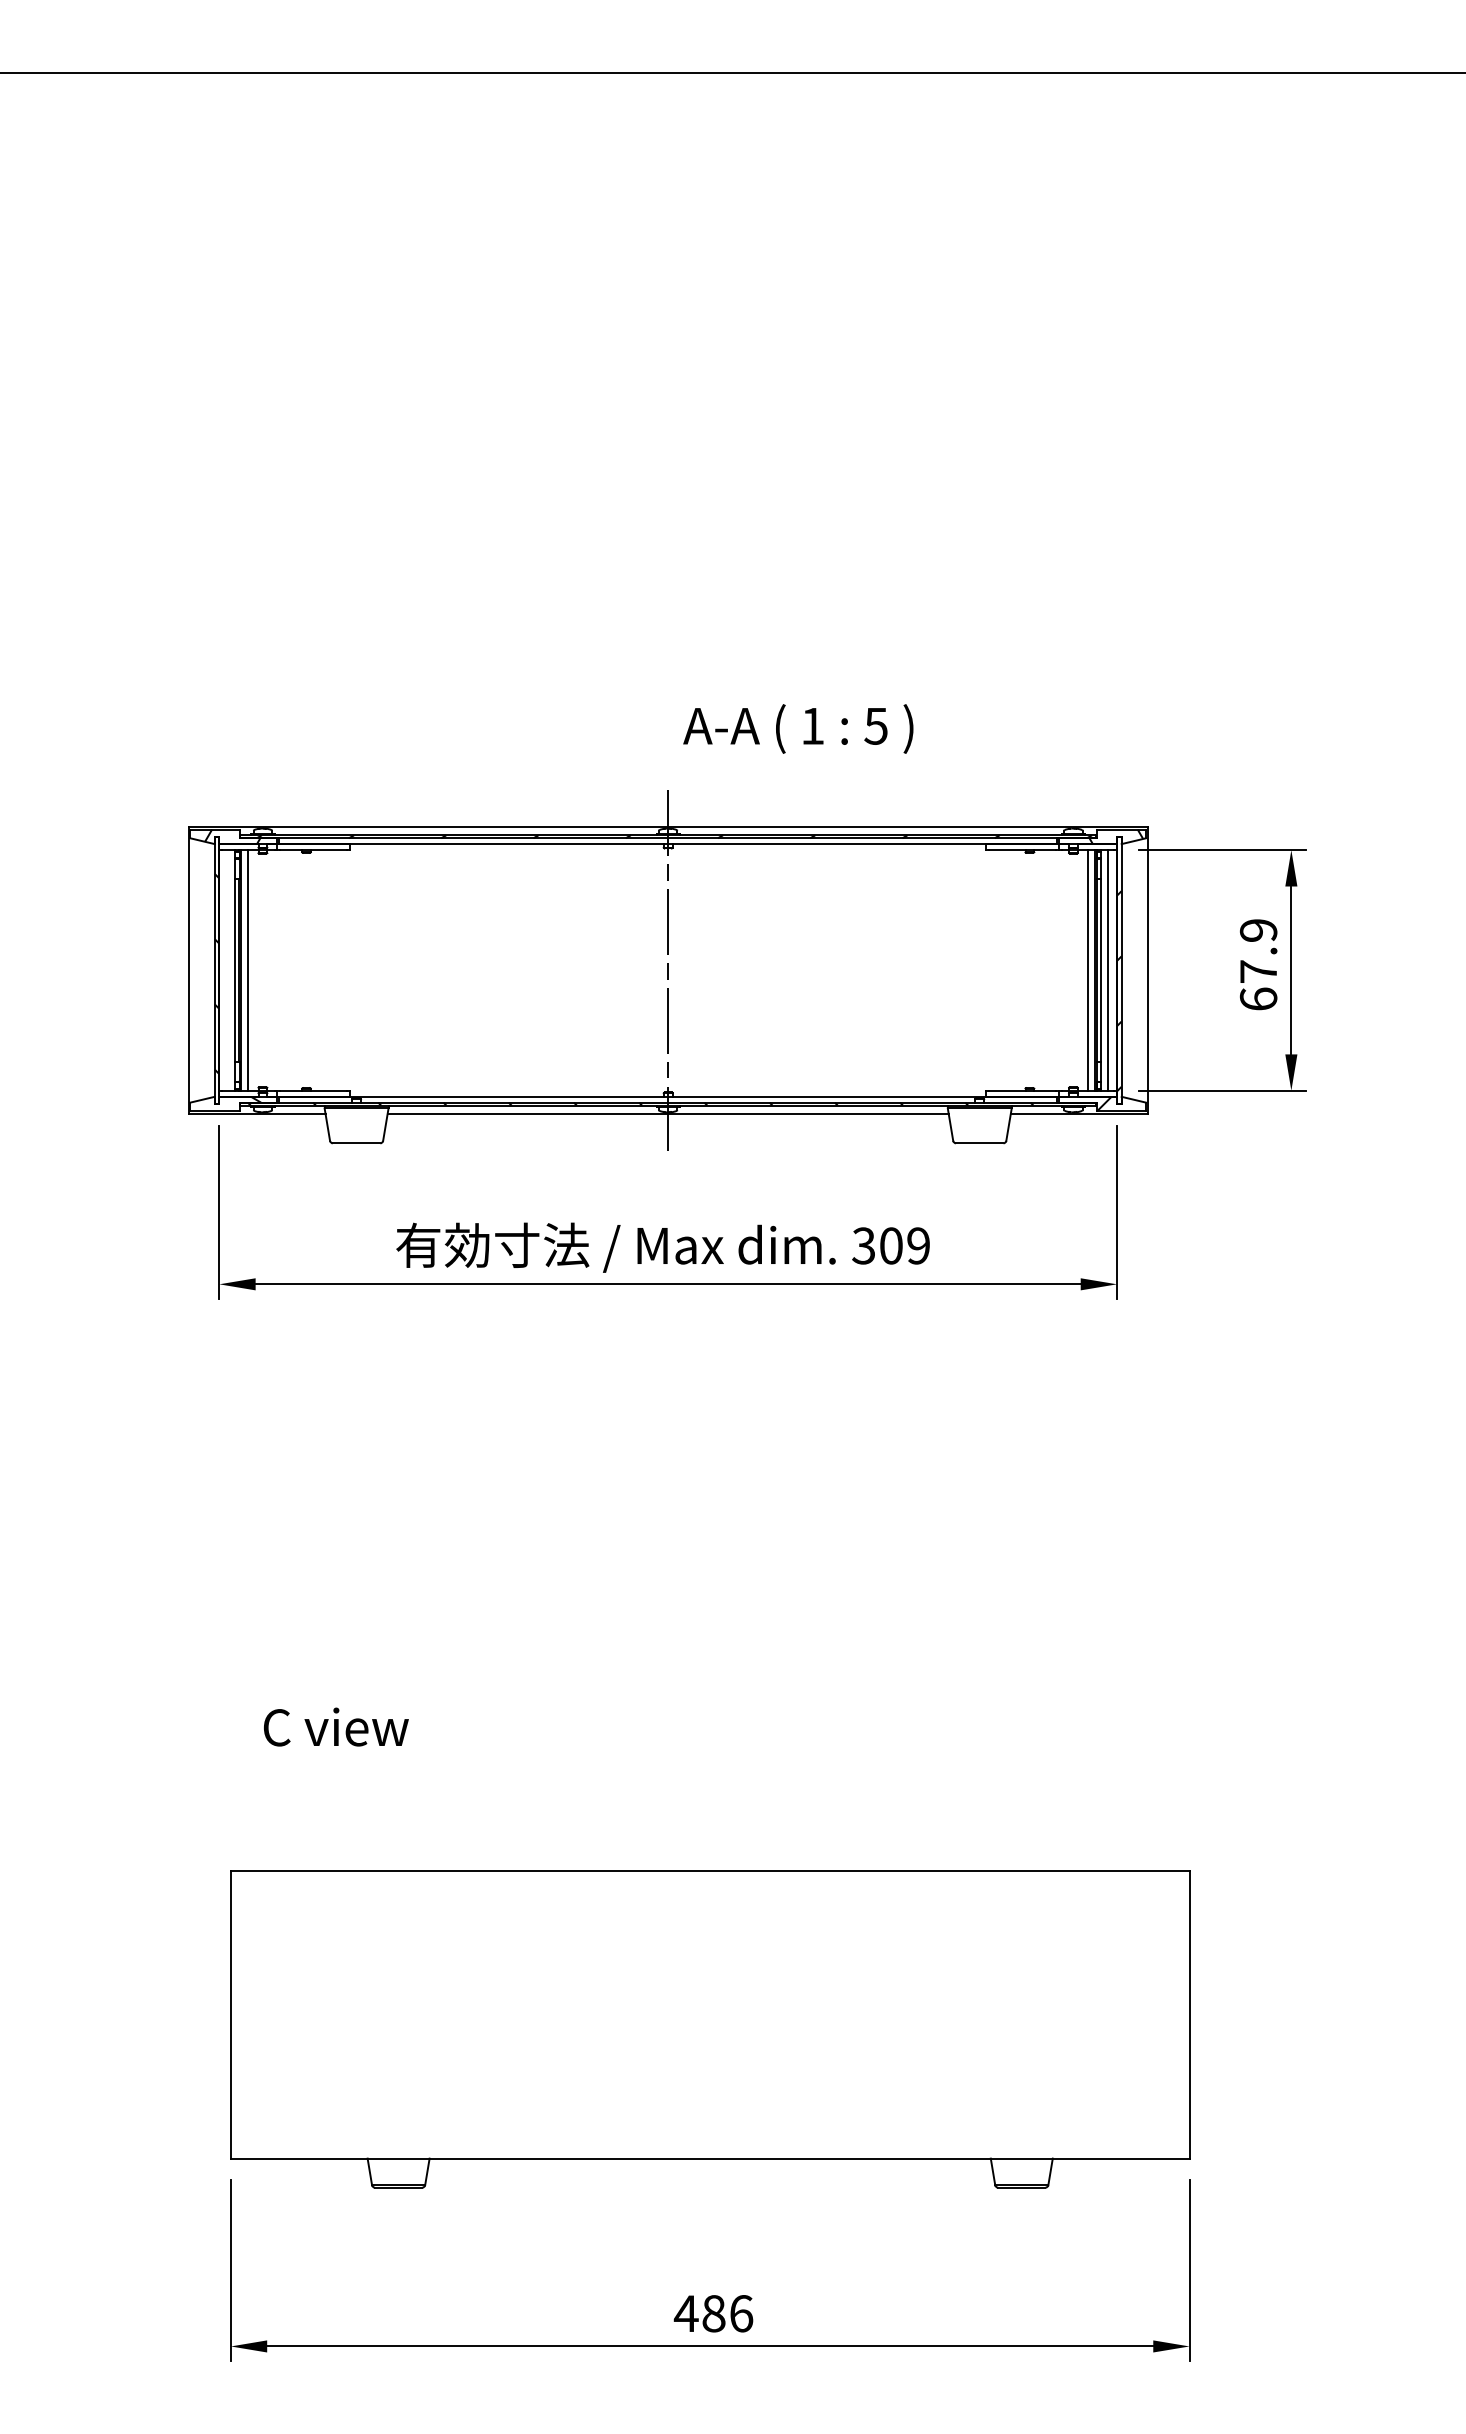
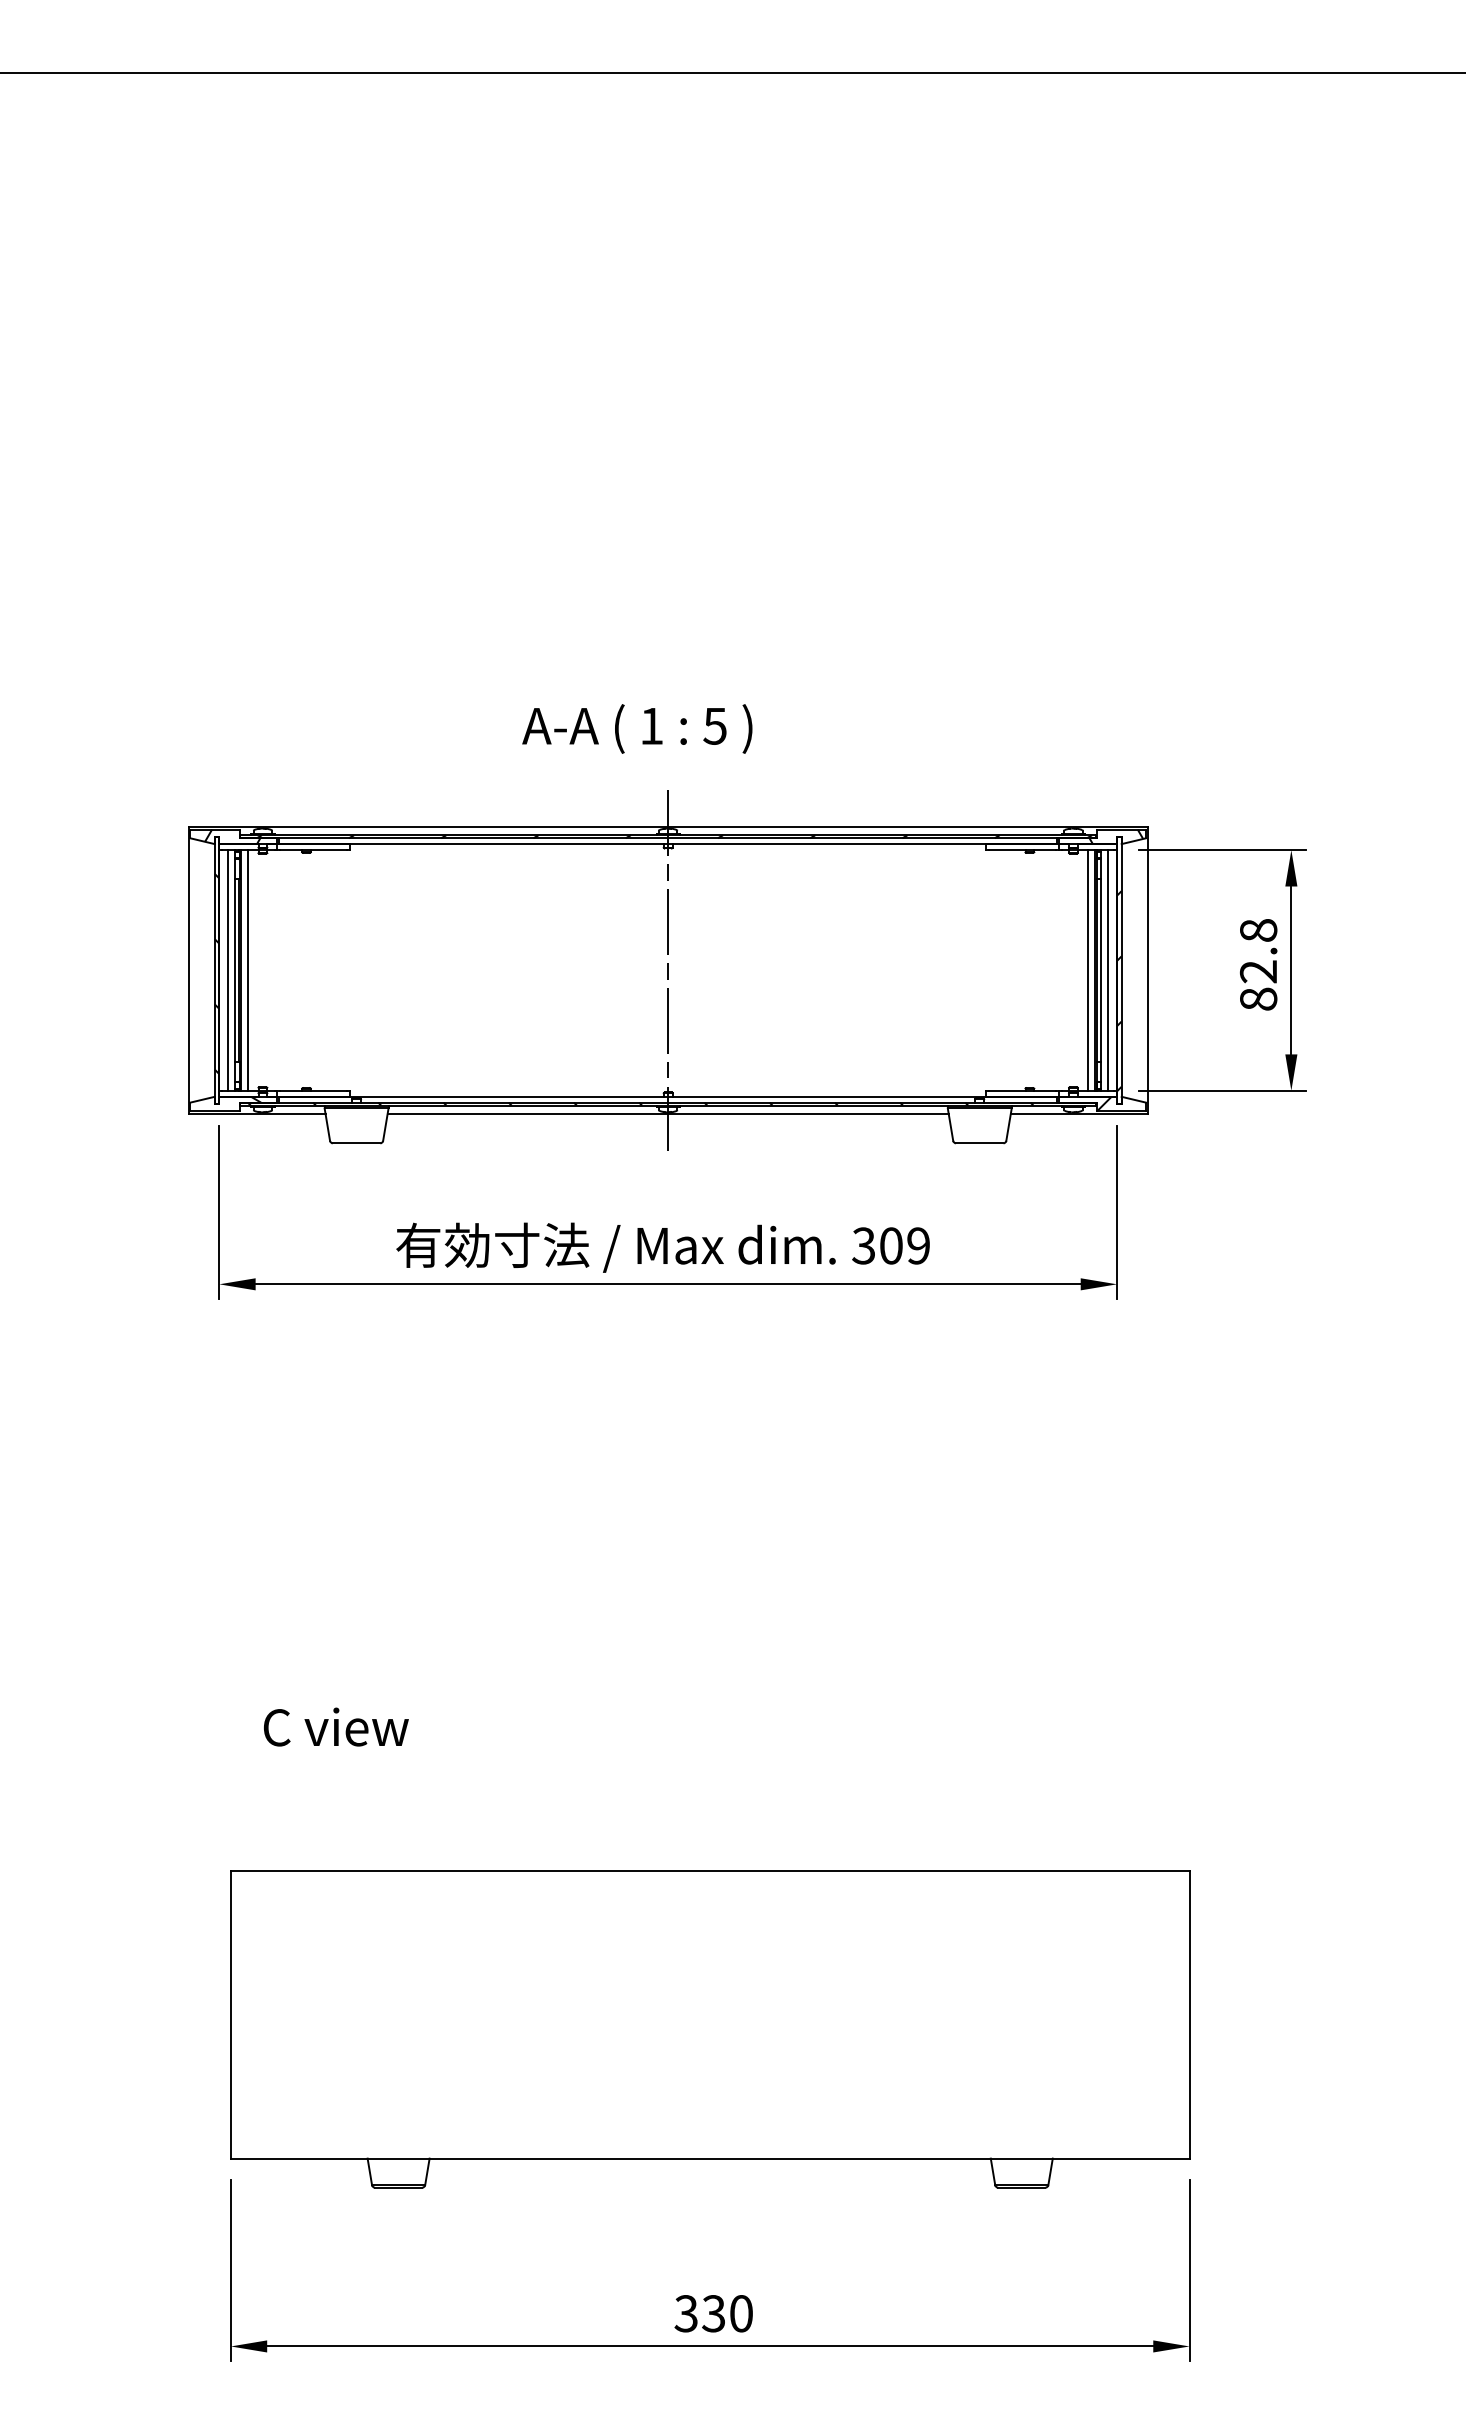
text at (798, 728) position: (798, 728) -> (637, 728)
text at (1258, 964): 67.9 -> 82.8
line at (228, 970): none -> present
text at (713, 2313): 486 -> 330
